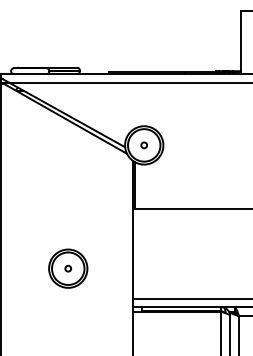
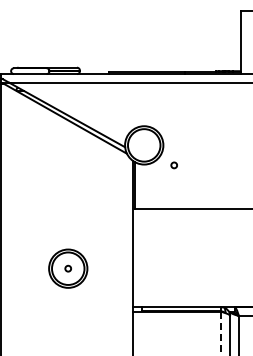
circle at (143, 145) position: (143, 145) -> (173, 165)
line at (190, 298): present -> none
line at (221, 333): solid -> dashed
